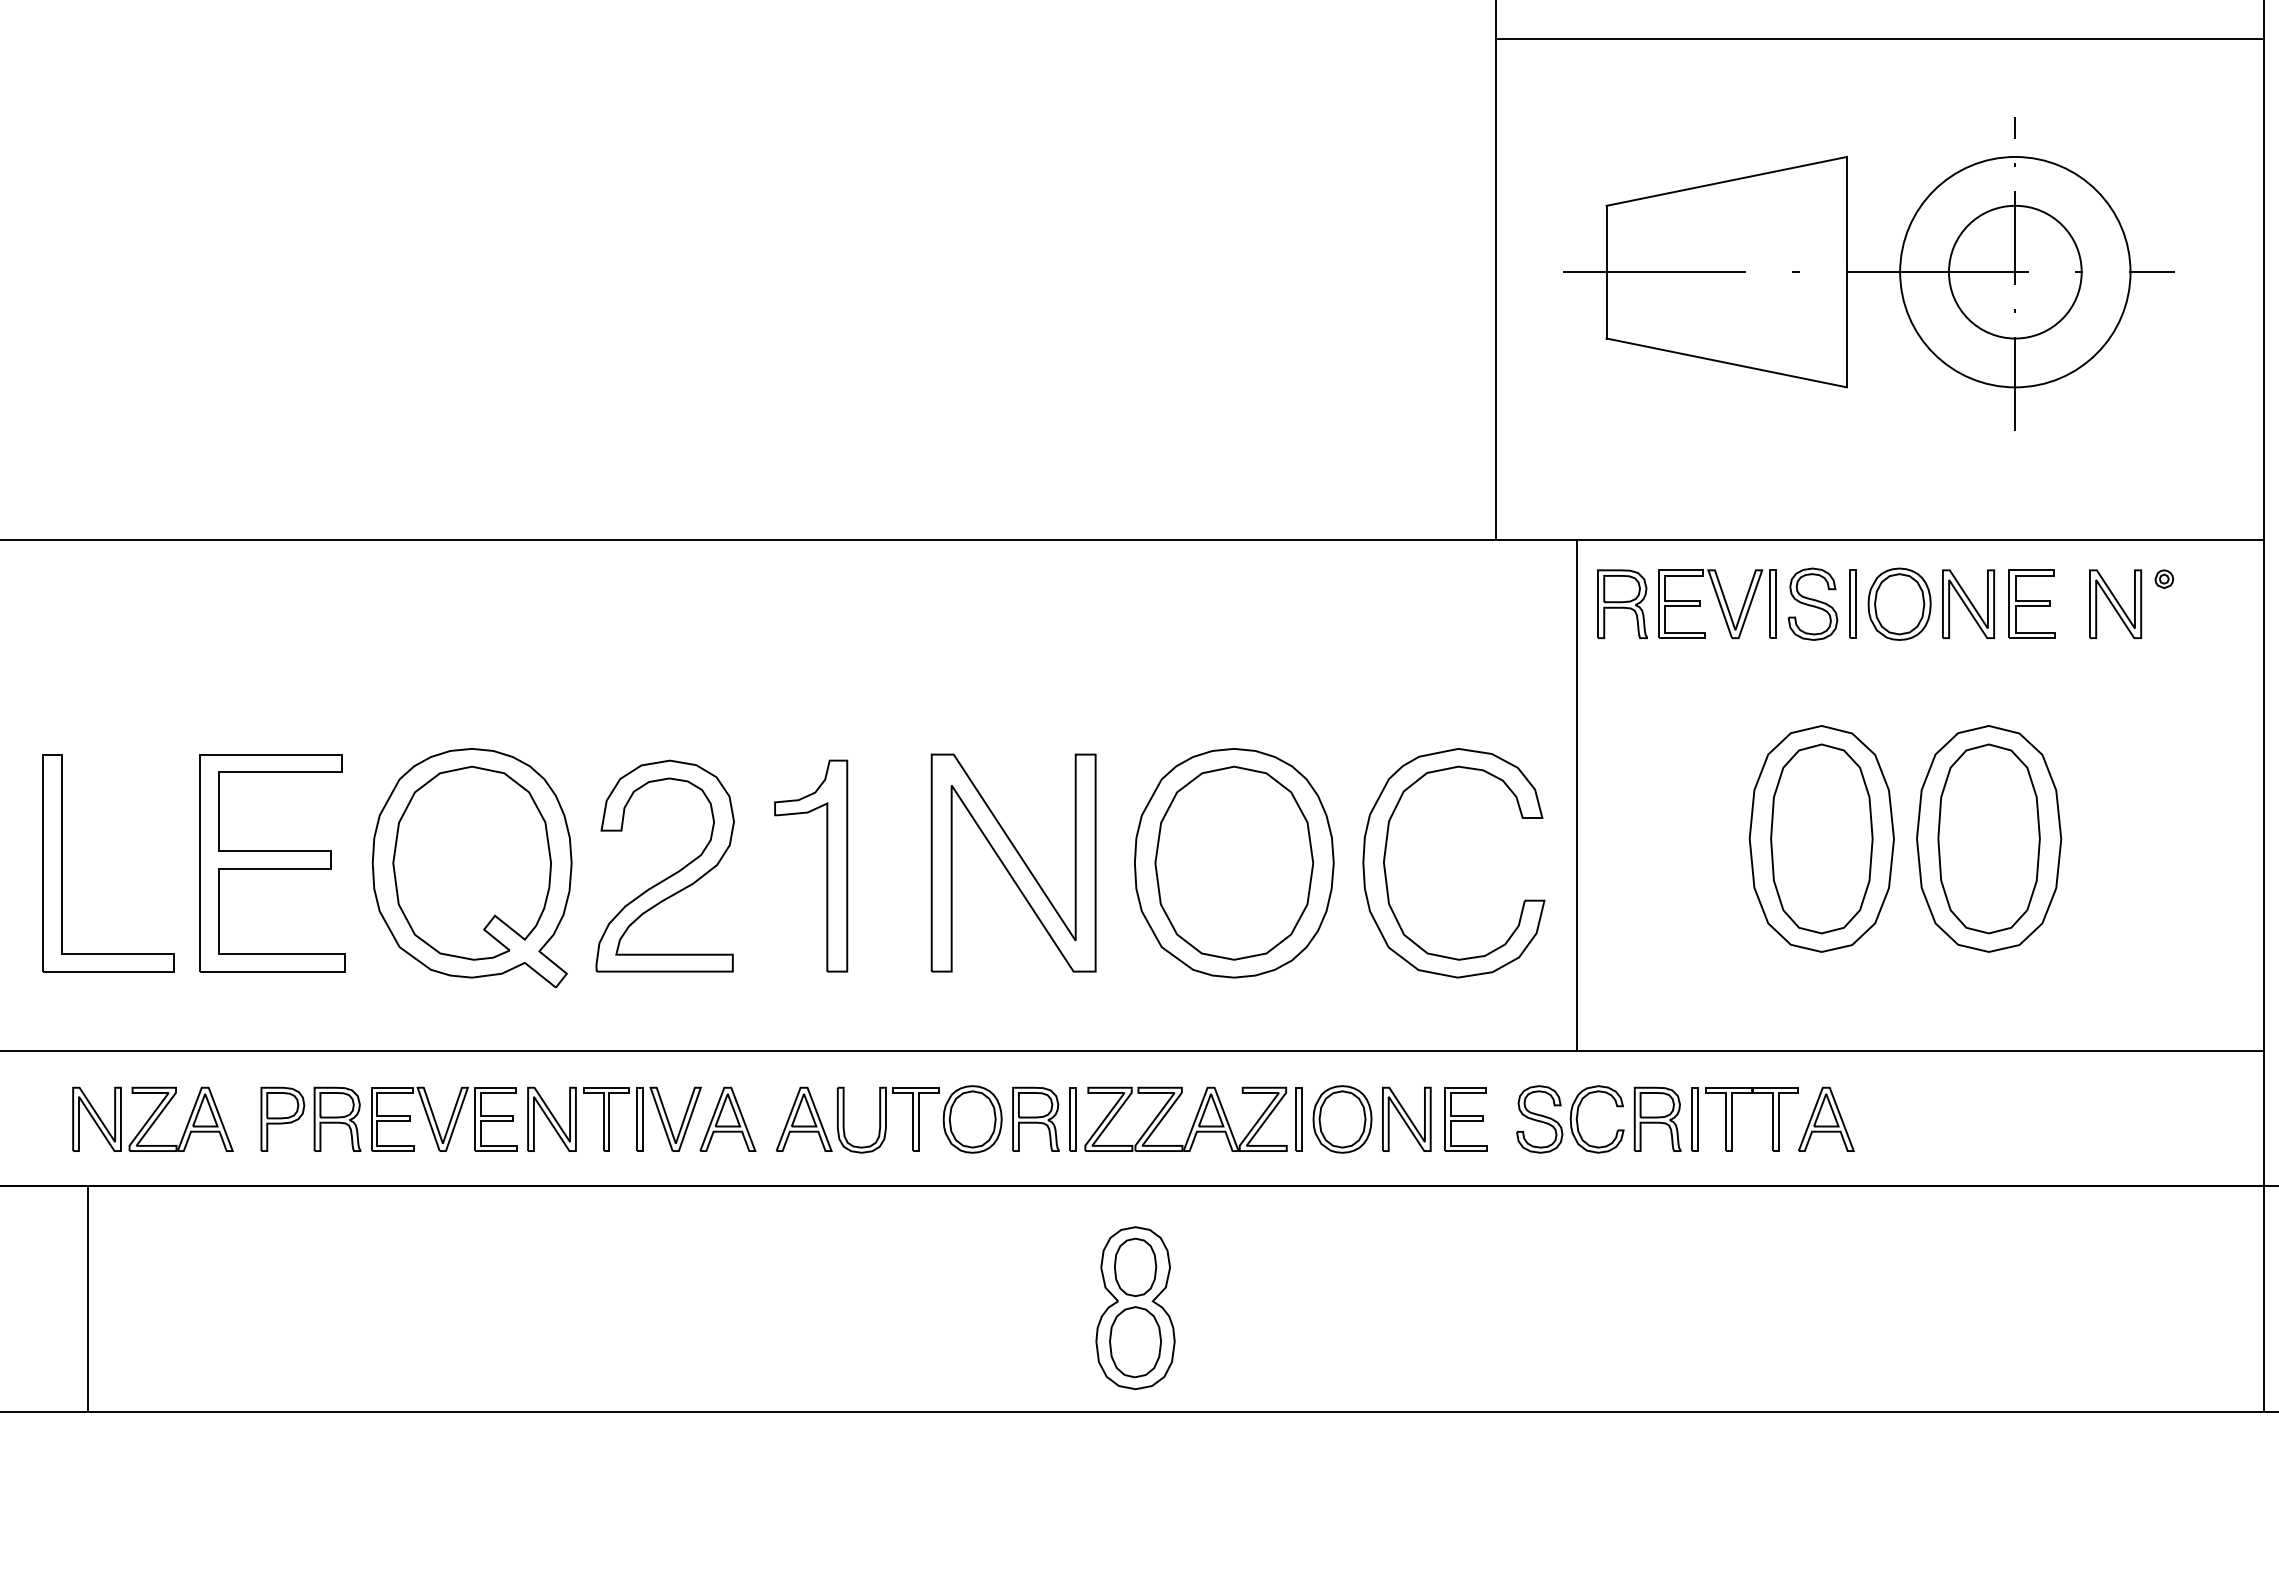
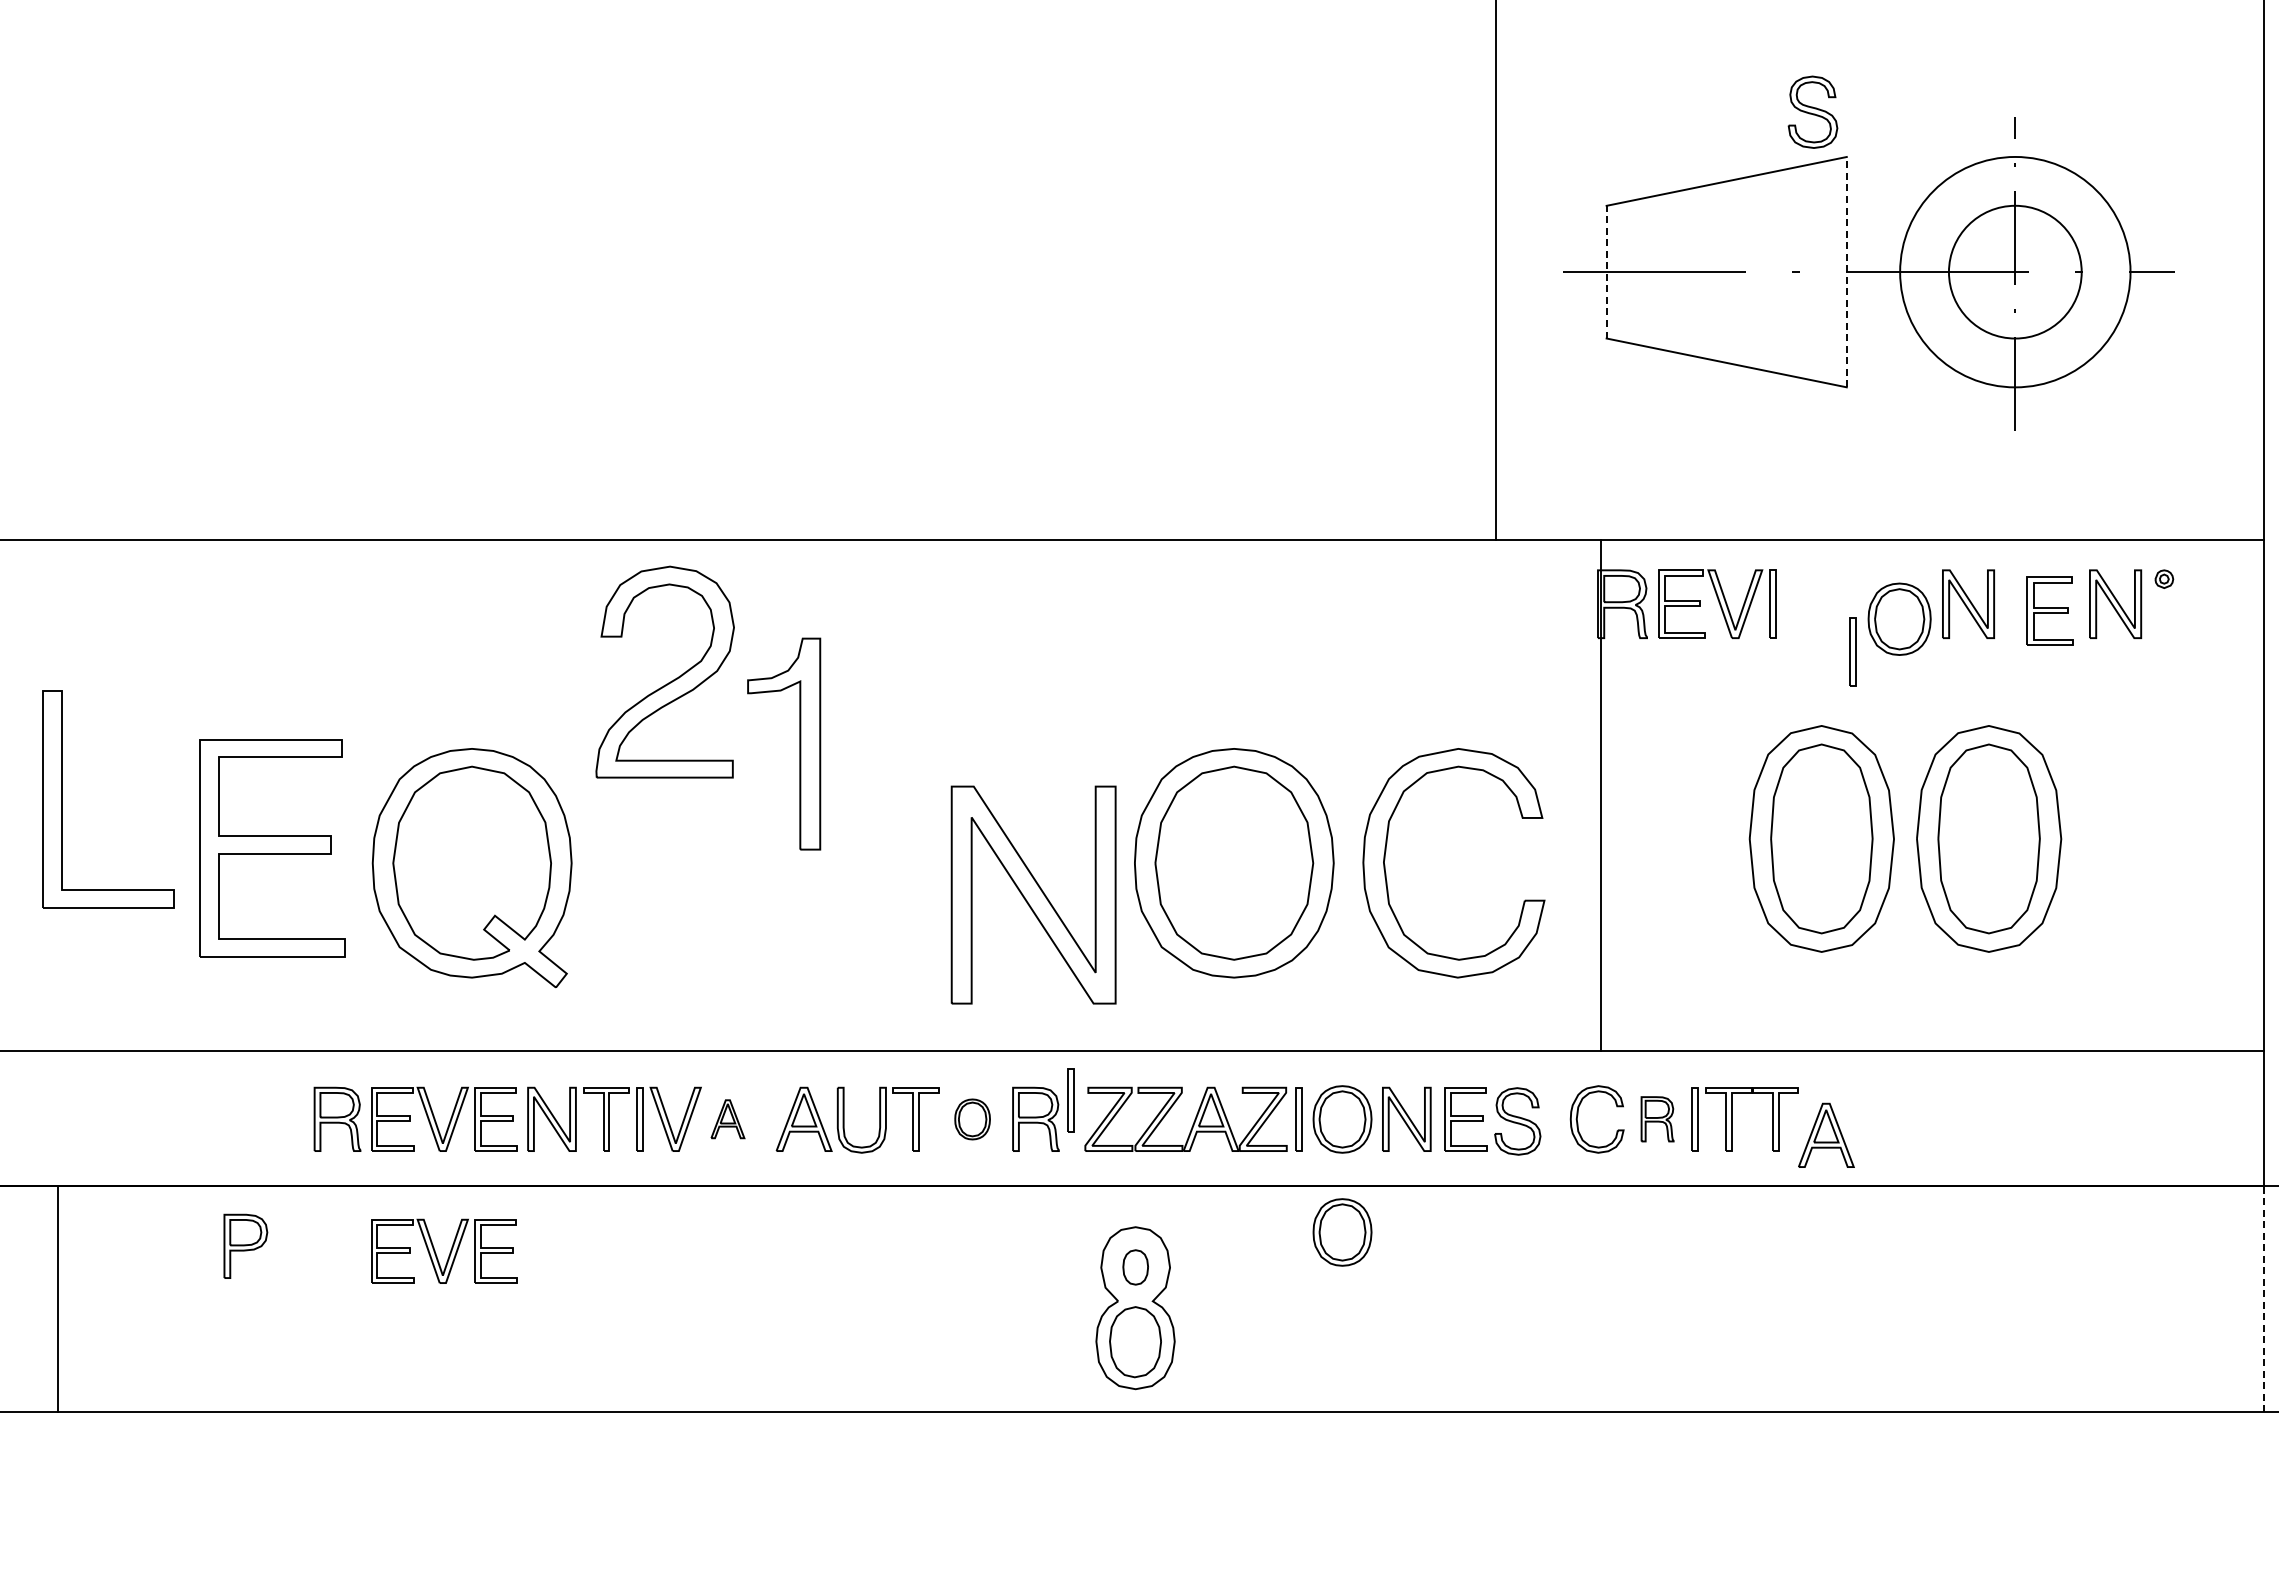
line at (1879, 38): present -> none
line at (1606, 271): solid -> dashed
line at (1846, 271): solid -> dashed
part at (1812, 603) position: (1812, 603) -> (1812, 111)
part at (1852, 603) position: (1852, 603) -> (1852, 651)
part at (1899, 603) position: (1899, 603) -> (1899, 618)
part at (2031, 603) position: (2031, 603) -> (2049, 610)
line at (1576, 794) position: (1576, 794) -> (1600, 794)
part at (1013, 862) position: (1013, 862) -> (1033, 894)
part at (62, 863) position: (62, 863) -> (62, 799)
part at (272, 863) position: (272, 863) -> (272, 848)
part at (826, 865) position: (826, 865) -> (799, 743)
part at (671, 874) position: (671, 874) -> (671, 680)
part at (152, 1118): present -> none
part at (282, 1118) position: (282, 1118) -> (245, 1245)
part at (727, 1118) size: 58x66 px -> 36x41 px
part at (1657, 1118) size: 49x66 px -> 35x47 px
part at (1826, 1118) position: (1826, 1118) -> (1826, 1134)
part at (972, 1119) size: 61x69 px -> 37x43 px
part at (1072, 1119) position: (1072, 1119) -> (1070, 1100)
part at (1539, 1119) position: (1539, 1119) -> (1517, 1121)
part at (1342, 1232): none -> present
part at (444, 1250): none -> present
part at (1135, 1267) size: 44x61 px -> 27x37 px
line at (2264, 1298): solid -> dashed
line at (88, 1299) position: (88, 1299) -> (58, 1299)
